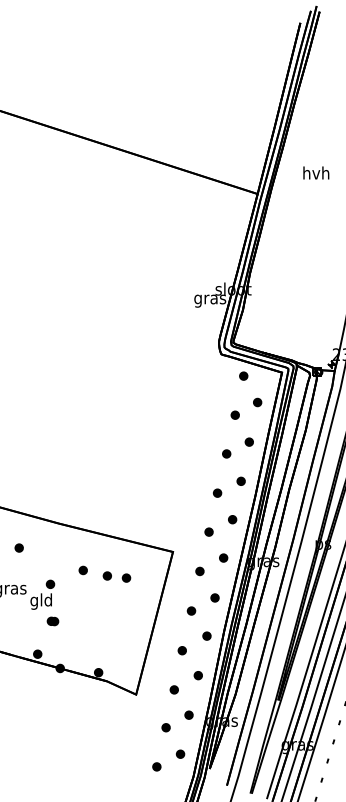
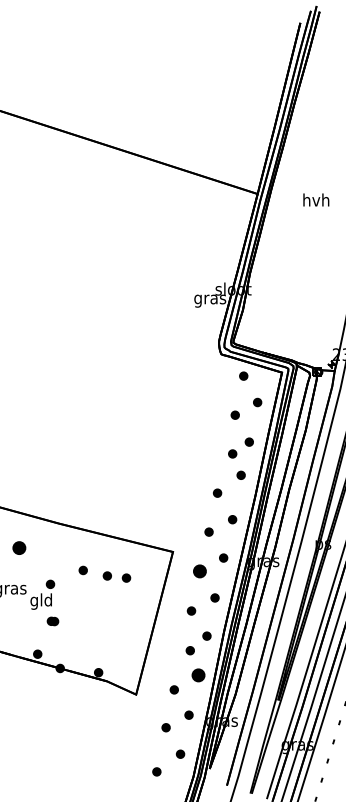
text at (316, 172) position: (316, 172) -> (316, 199)
part at (226, 453) position: (226, 453) -> (232, 453)
part at (240, 480) position: (240, 480) -> (240, 474)
part at (18, 547) size: 10x10 px -> 15x14 px
part at (199, 571) size: 10x11 px -> 14x15 px
part at (181, 650) position: (181, 650) -> (189, 650)
part at (197, 675) size: 10x10 px -> 15x15 px
part at (156, 766) position: (156, 766) -> (156, 771)
